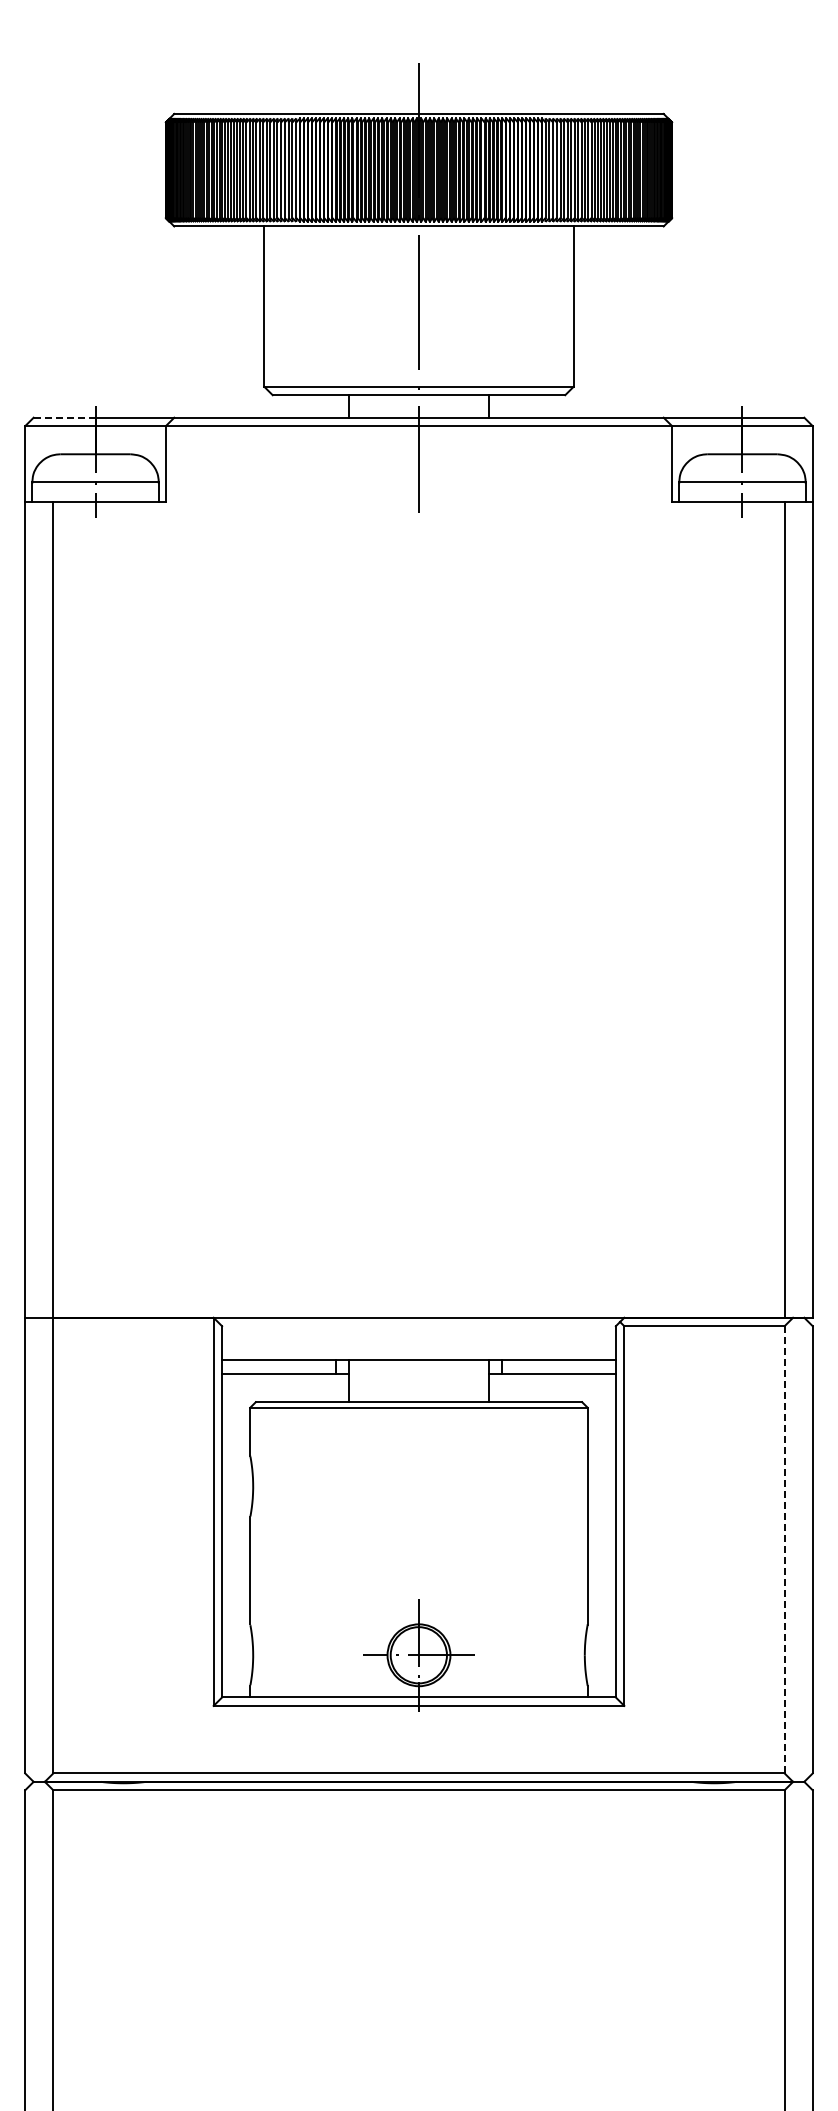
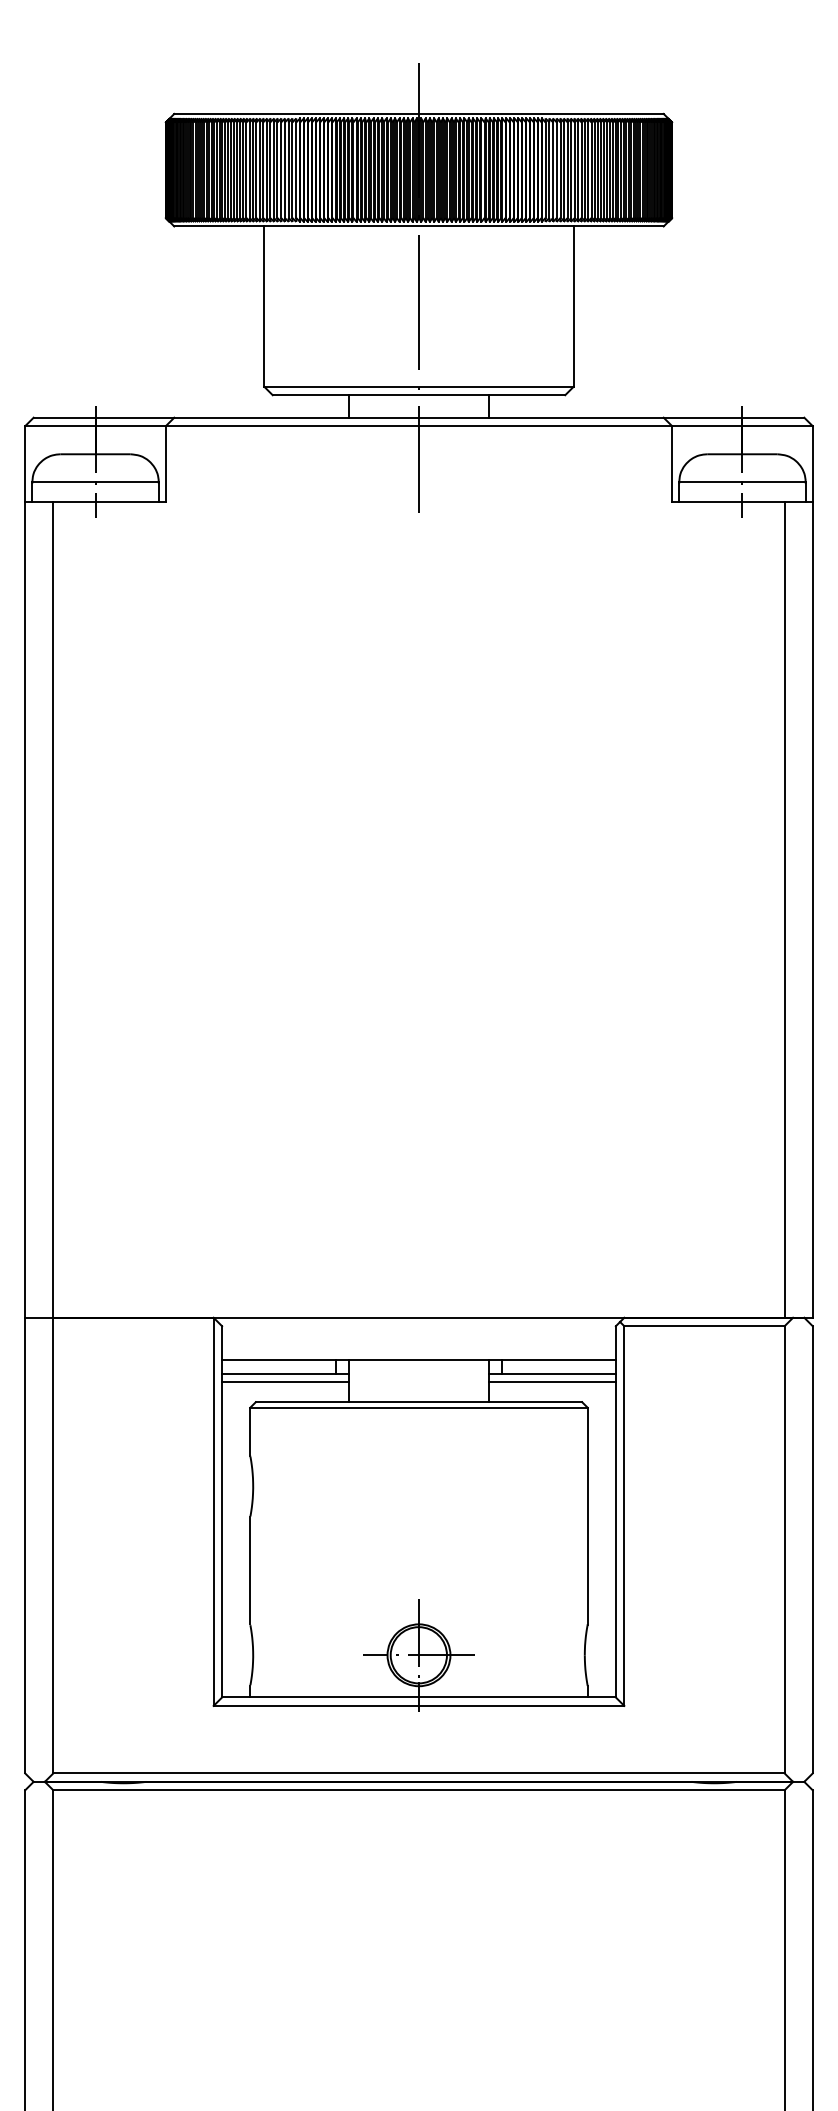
line at (64, 417): dashed -> solid
line at (285, 1382): none -> present
line at (552, 1382): none -> present
line at (784, 1549): dashed -> solid
